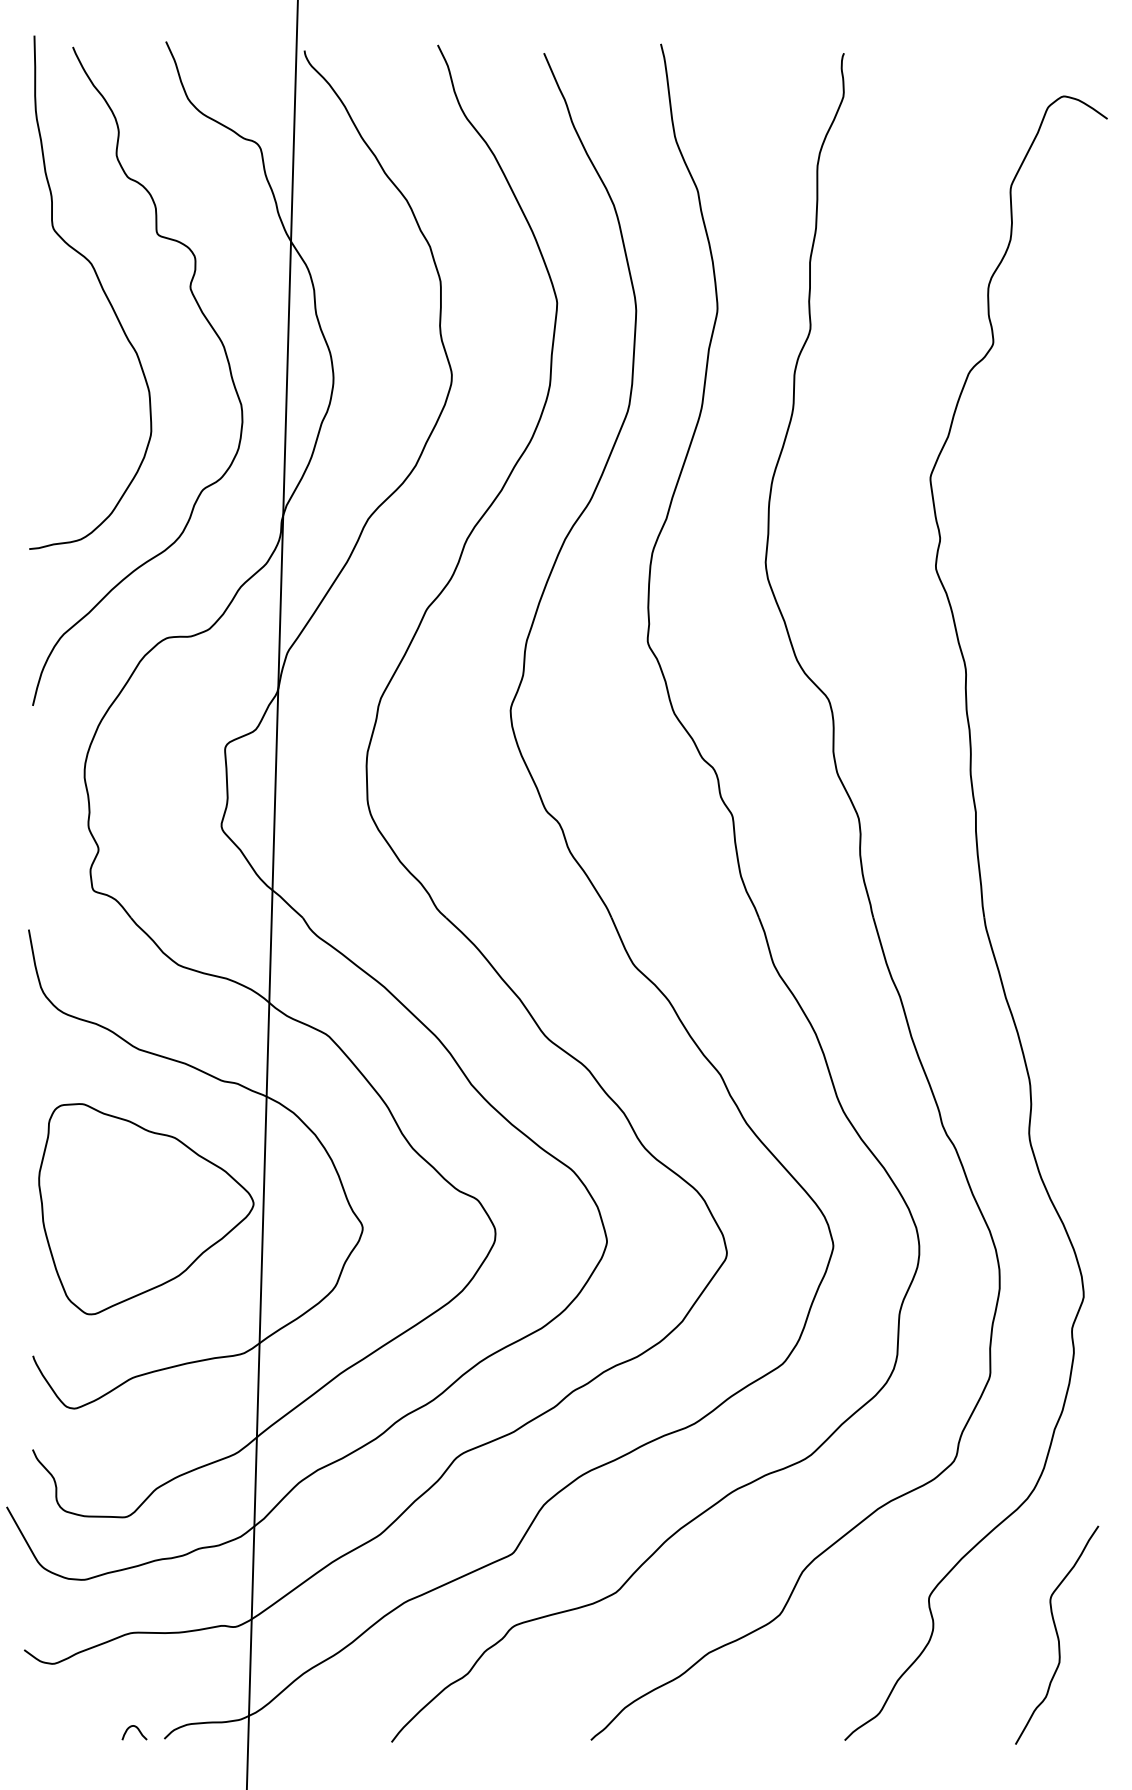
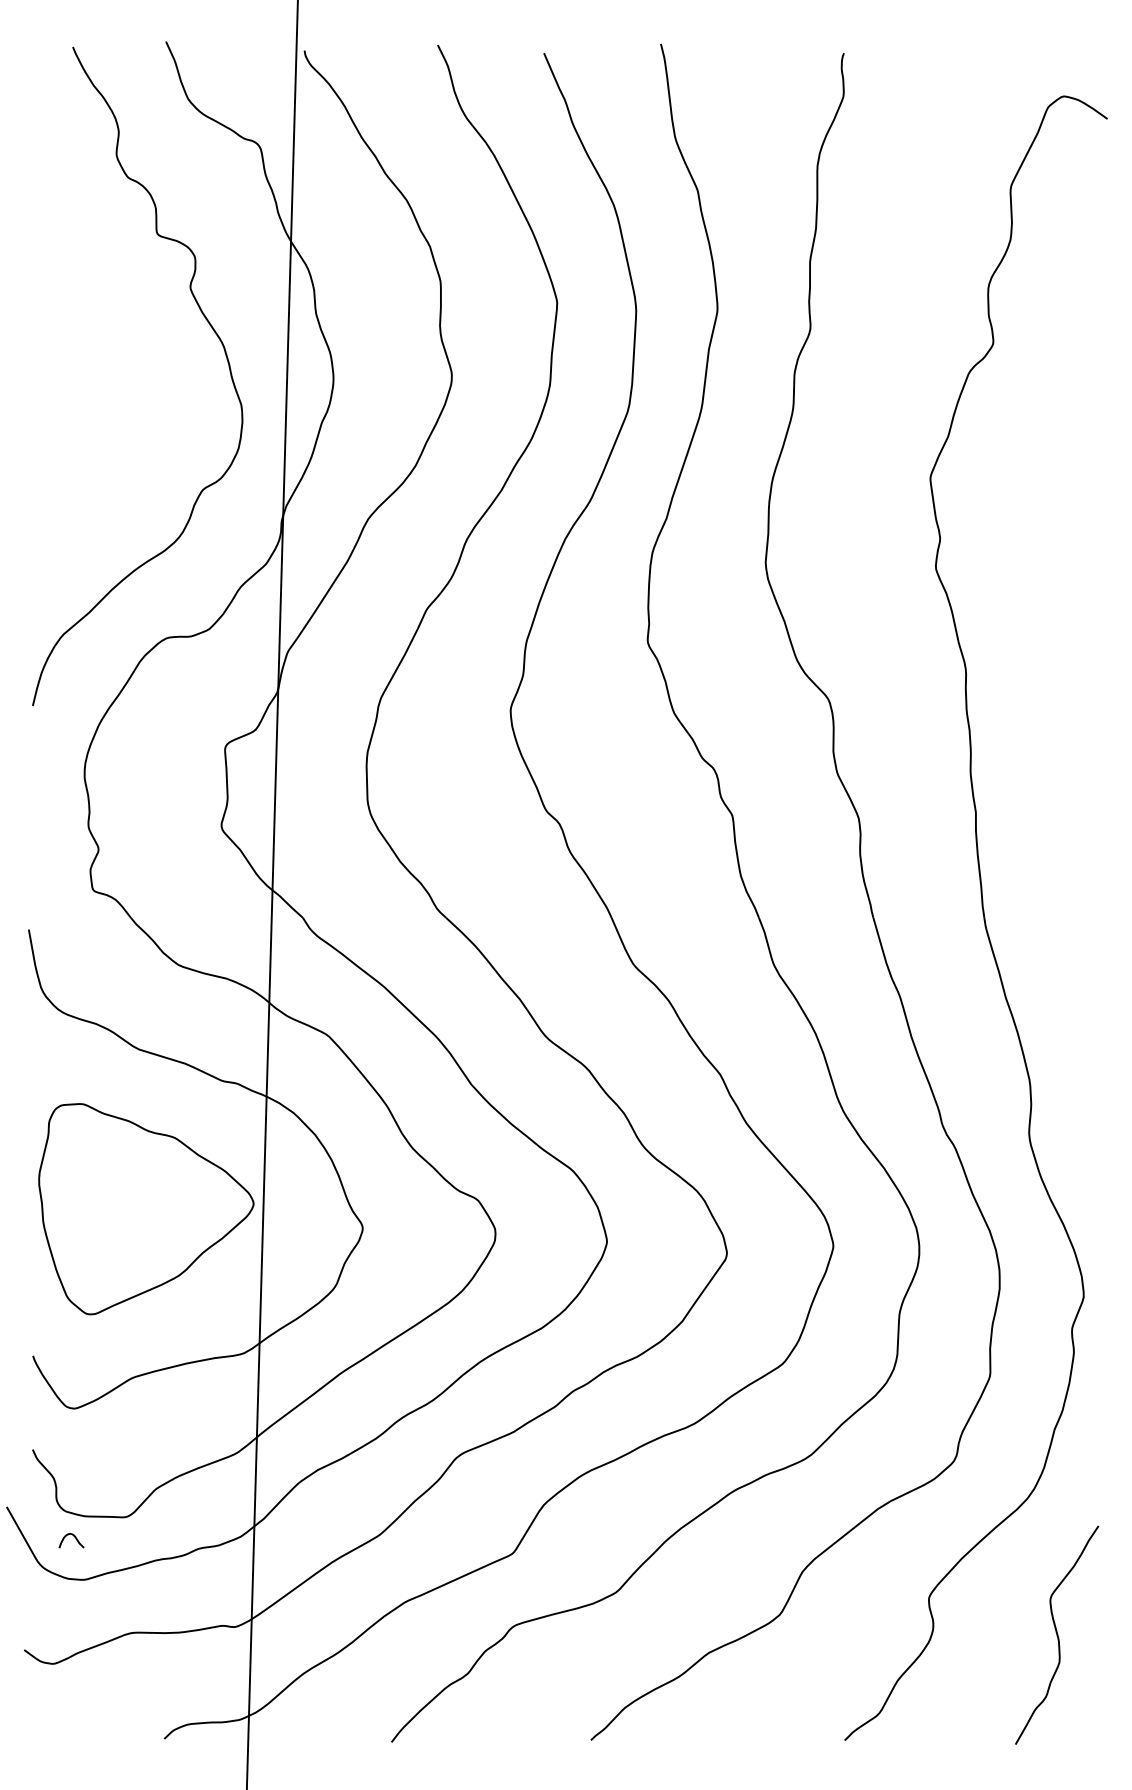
curve at (100, 286): present -> none
curve at (138, 1731) position: (138, 1731) -> (75, 1539)
